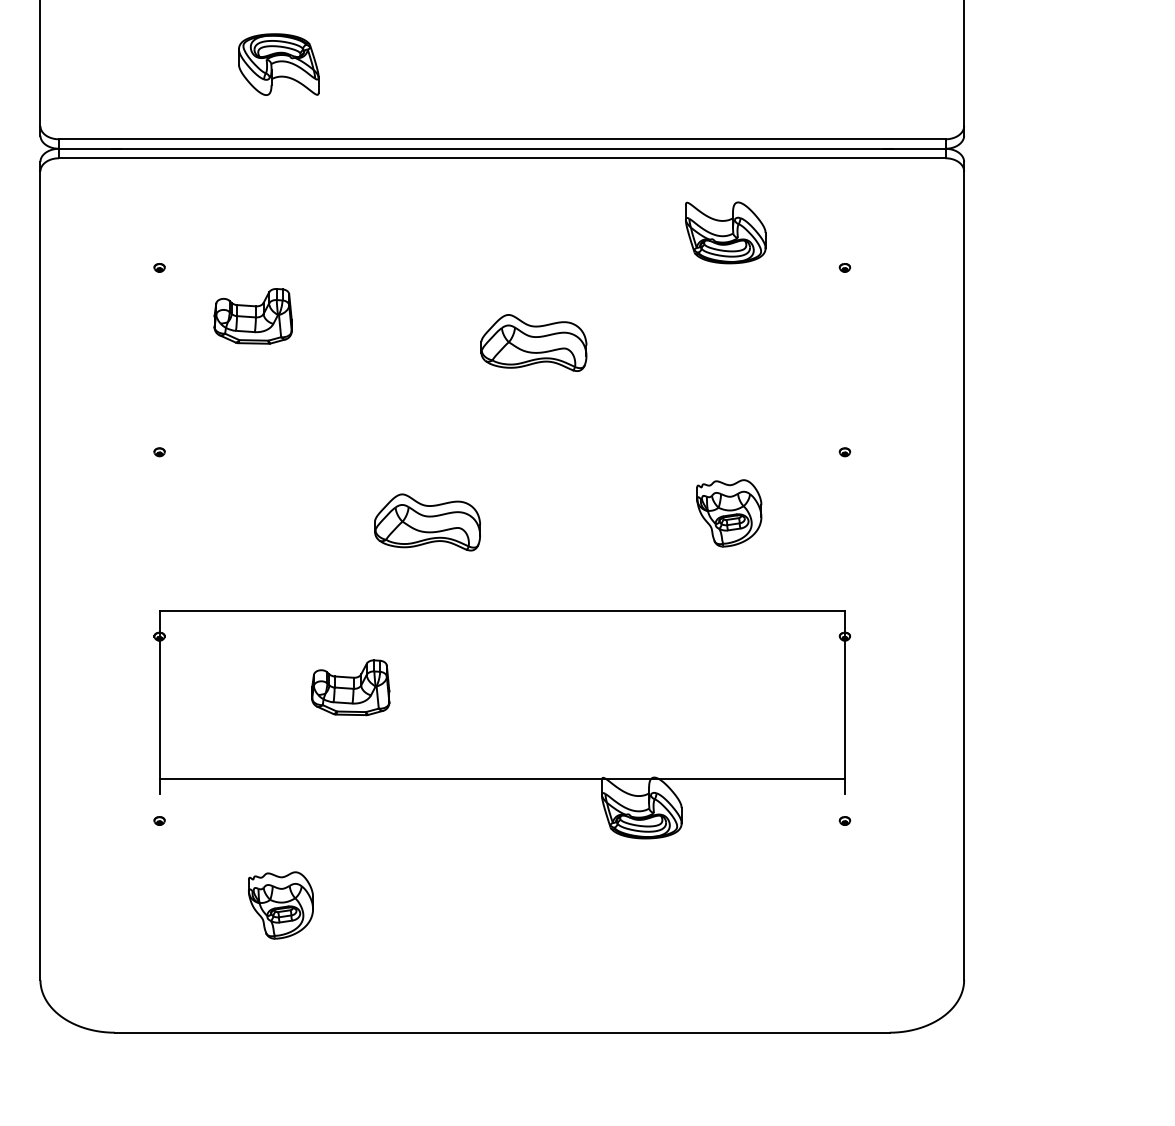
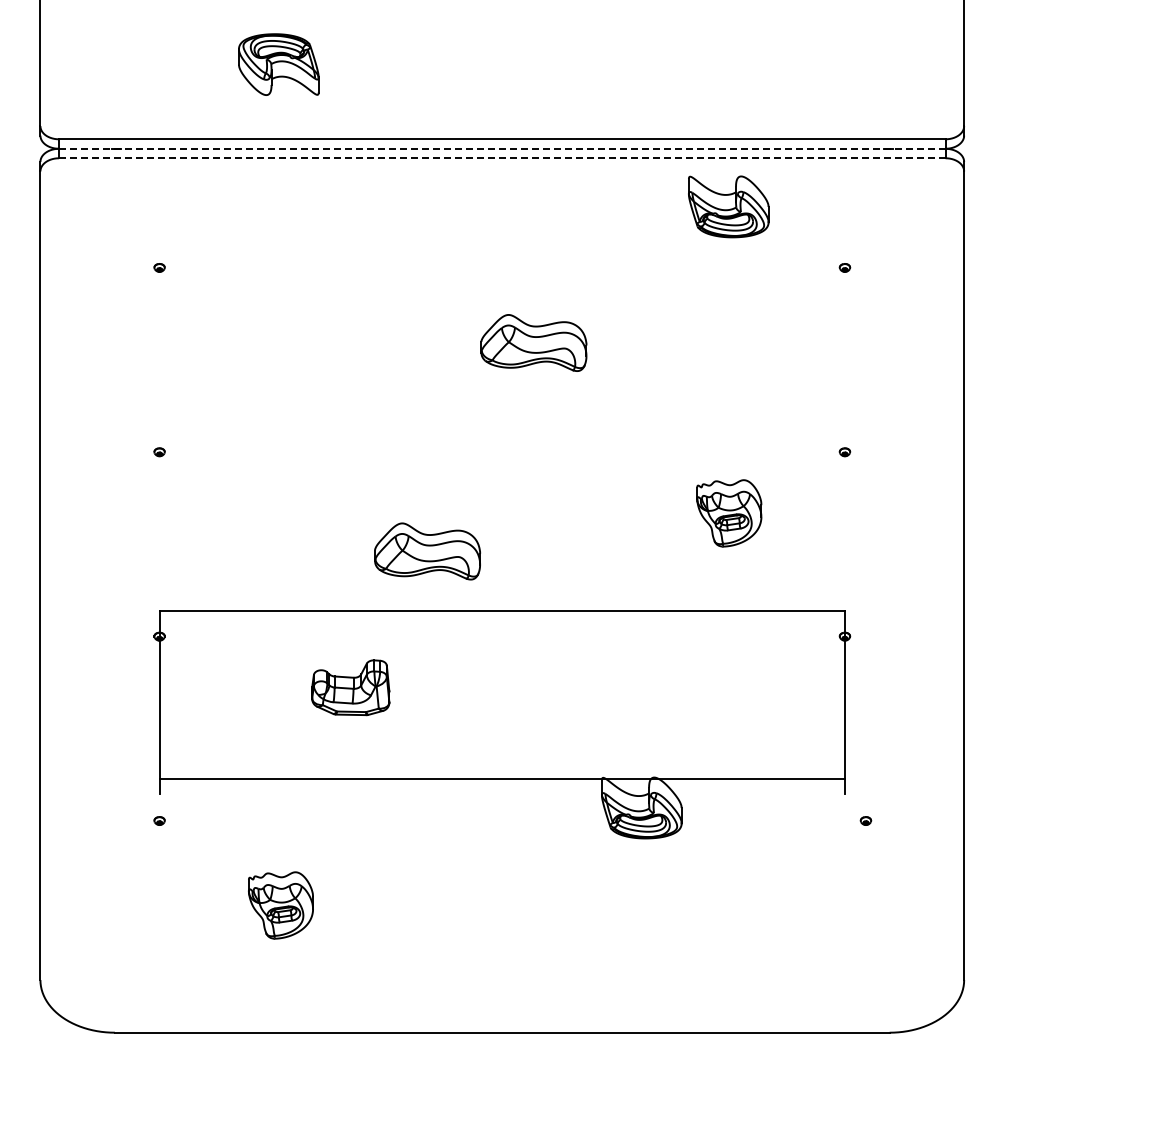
line at (501, 148): solid -> dashed
line at (501, 158): solid -> dashed
part at (725, 232) position: (725, 232) -> (728, 206)
part at (252, 316): present -> none
part at (427, 522) position: (427, 522) -> (427, 551)
part at (844, 820) position: (844, 820) -> (865, 820)
